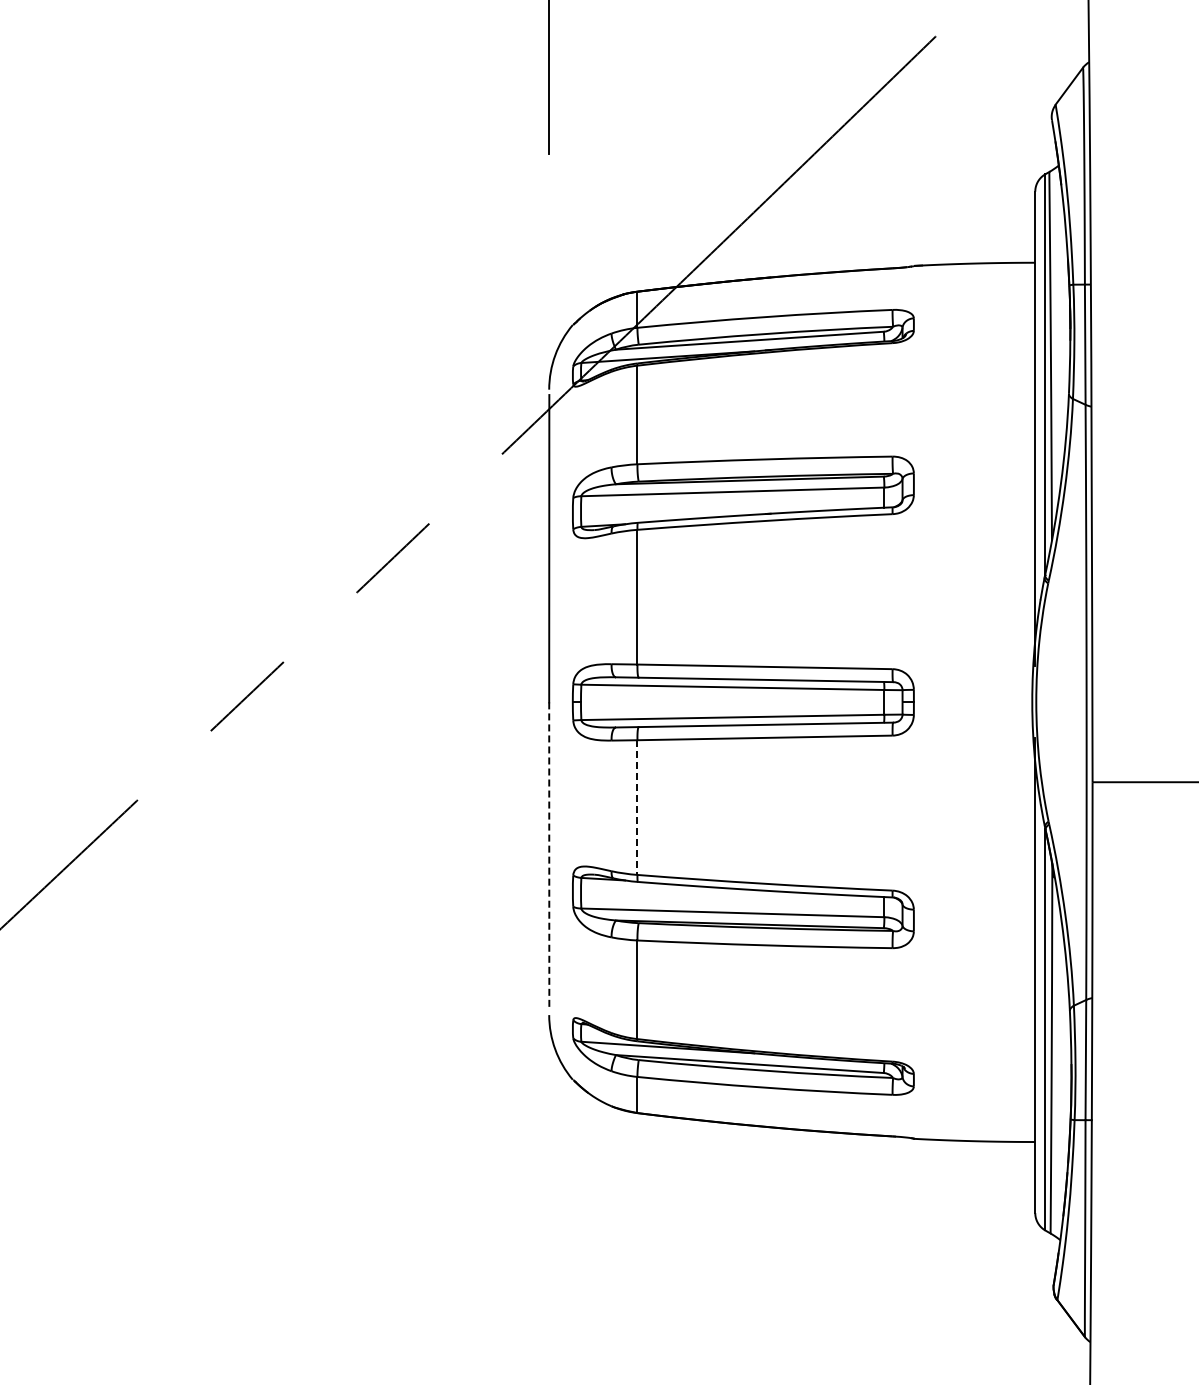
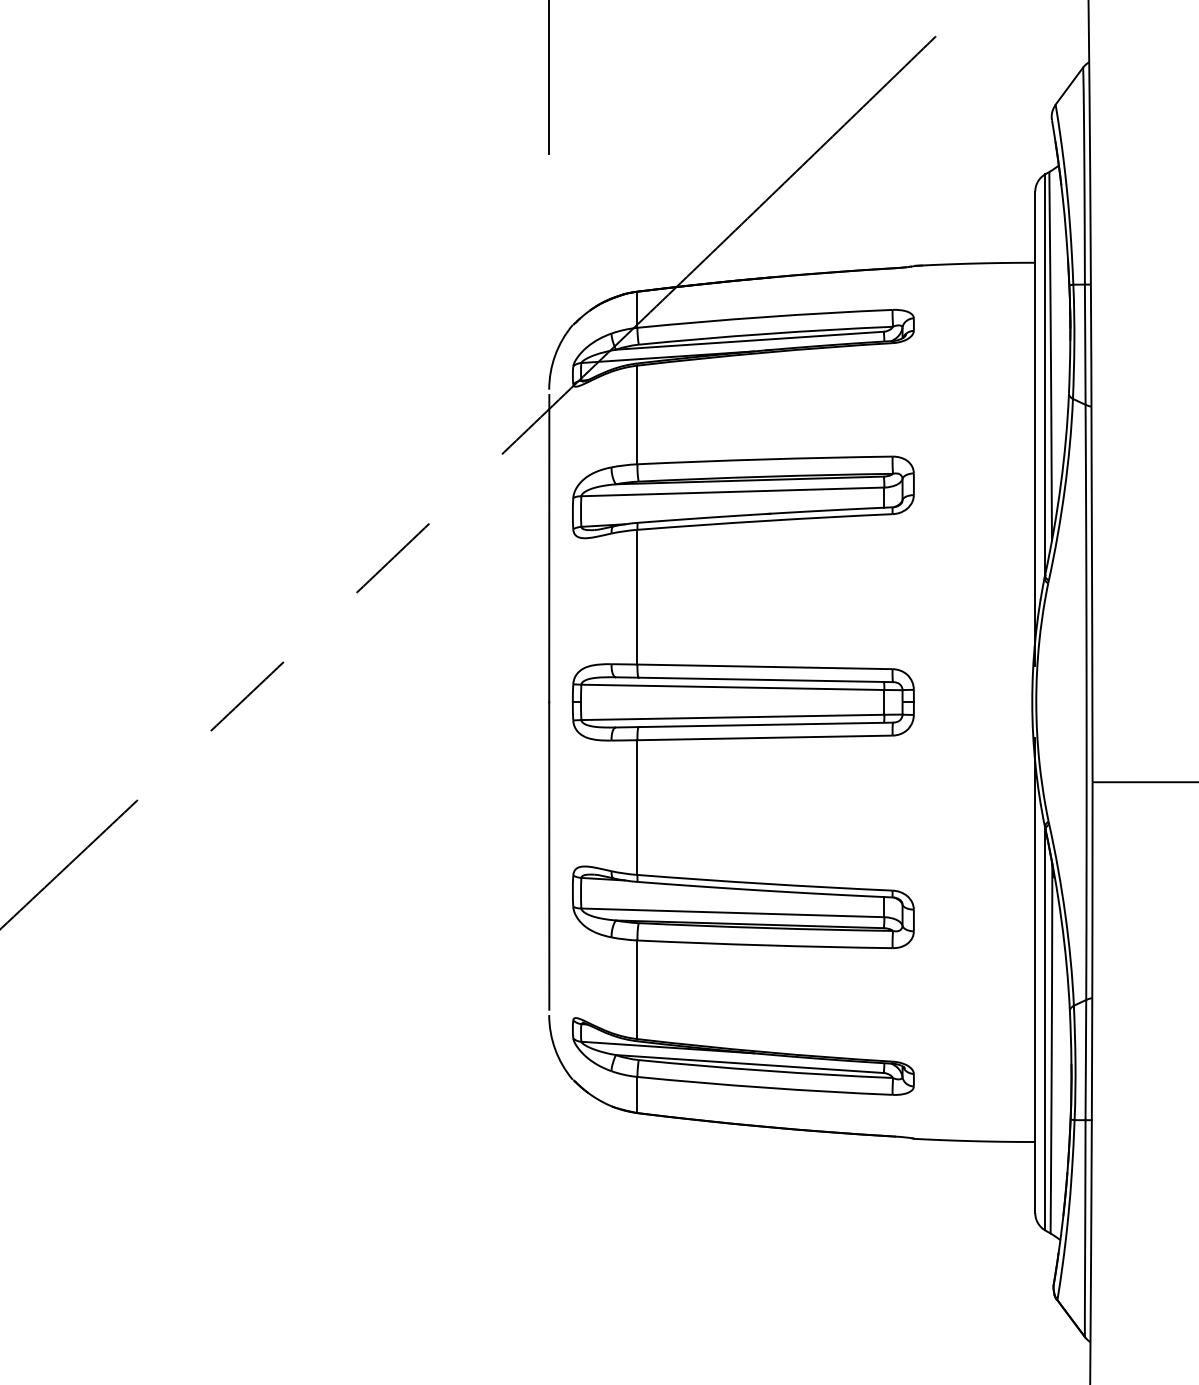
line at (637, 808): dashed -> solid
line at (549, 856): dashed -> solid
